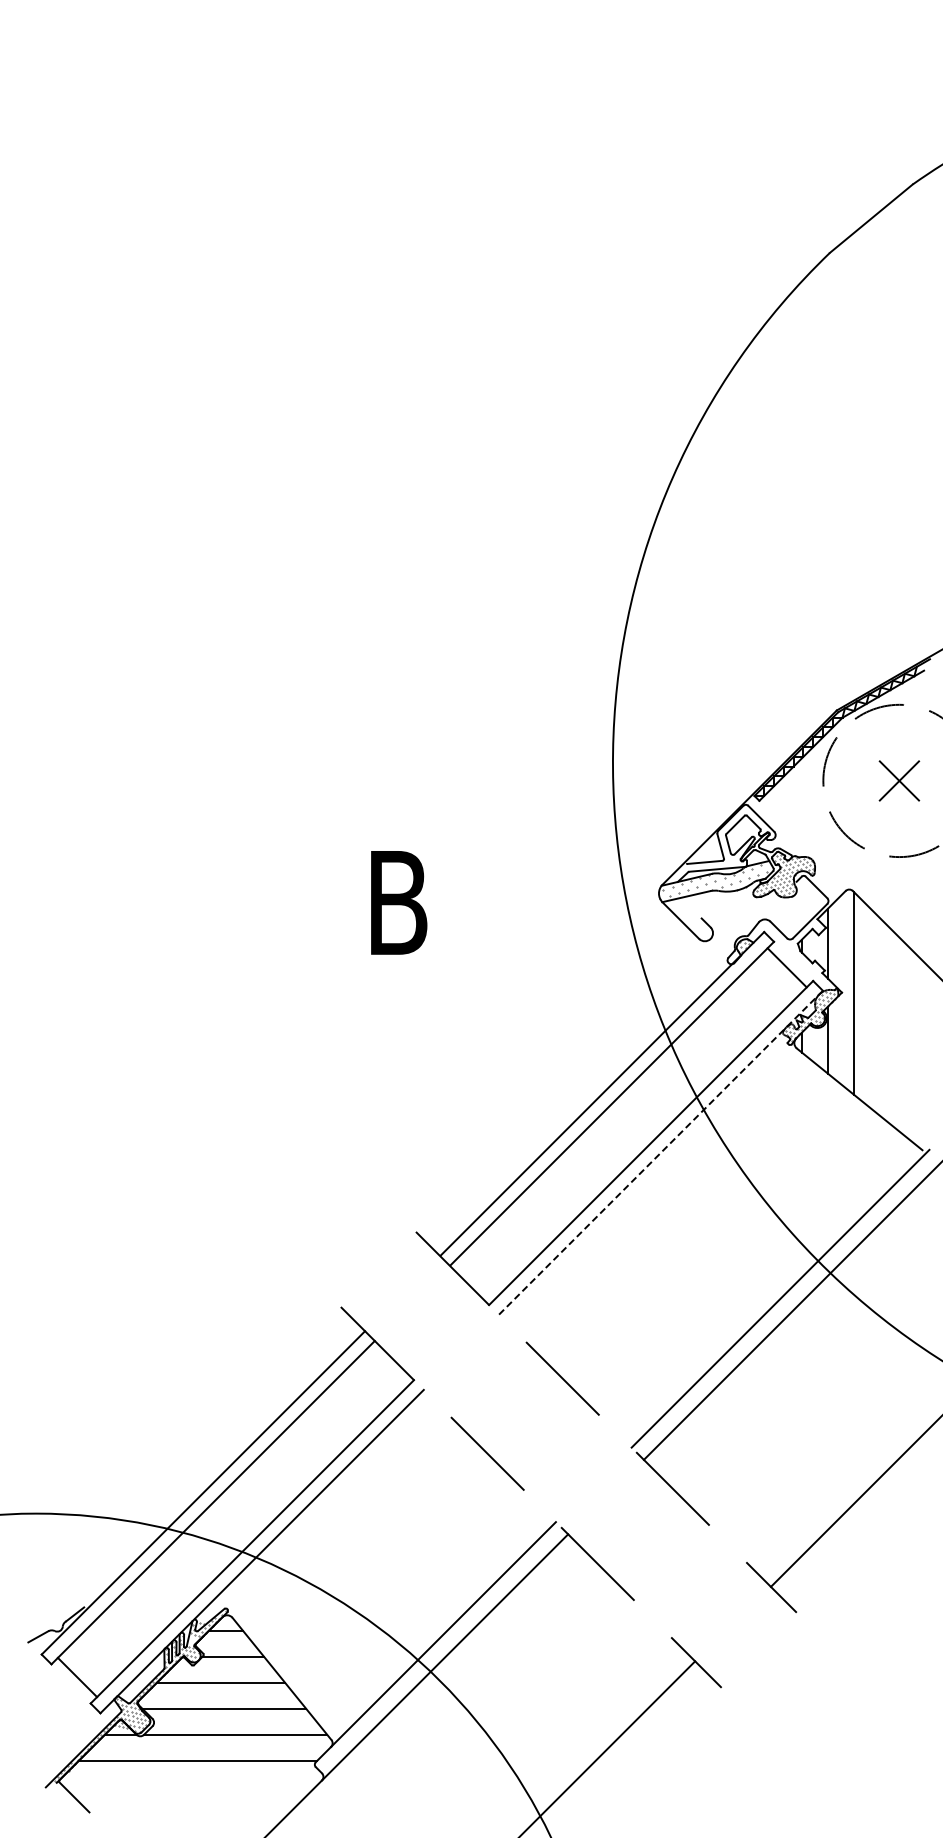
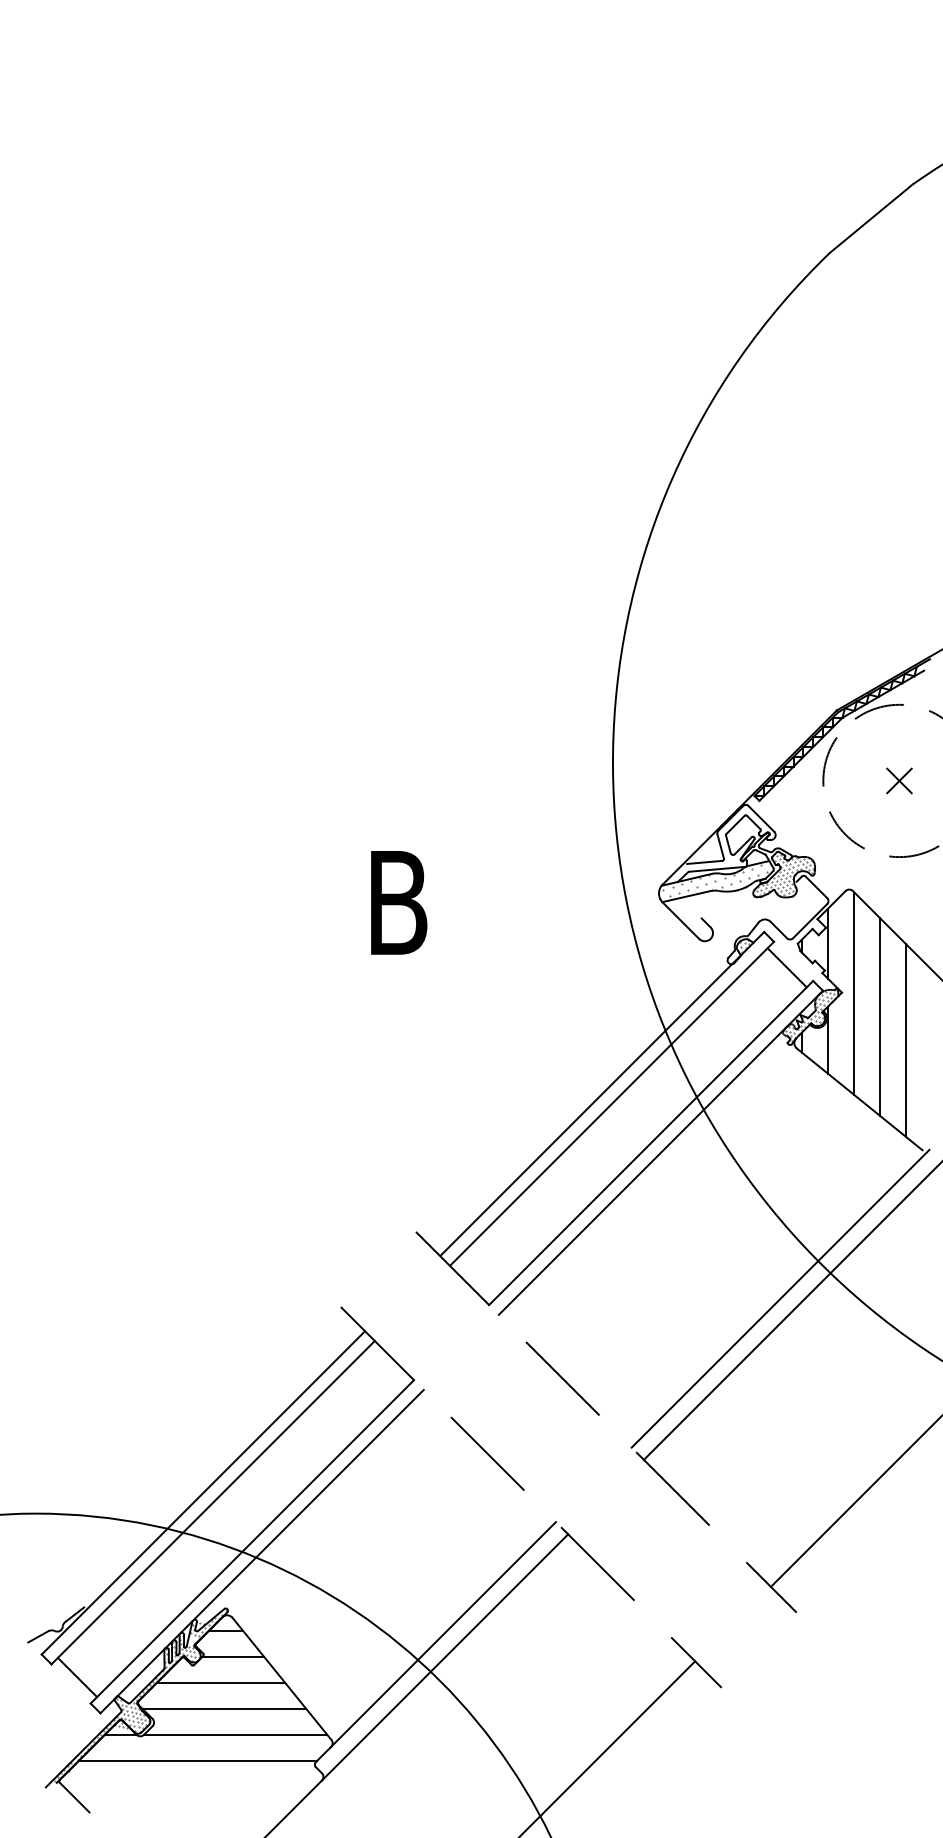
part at (899, 780) size: 43x42 px -> 27x28 px
line at (879, 1016): none -> present
line at (905, 1039): none -> present
line at (660, 1153): dashed -> solid
